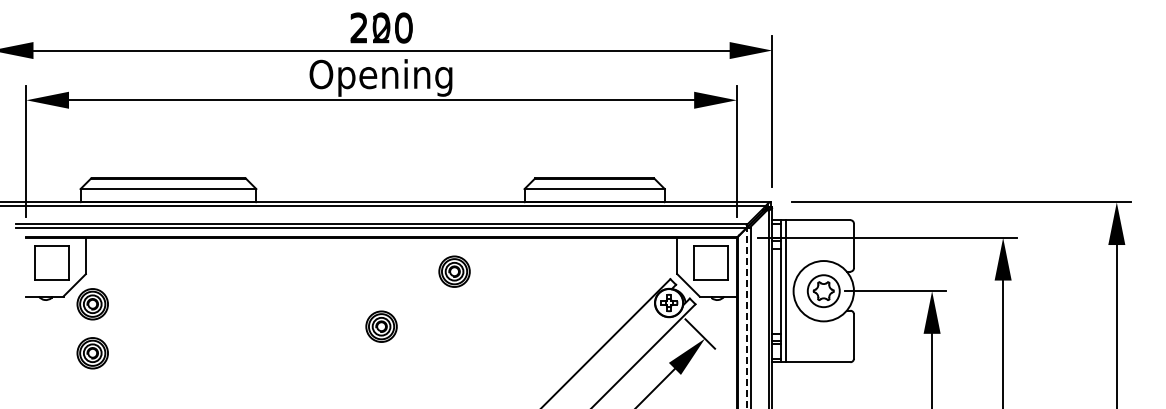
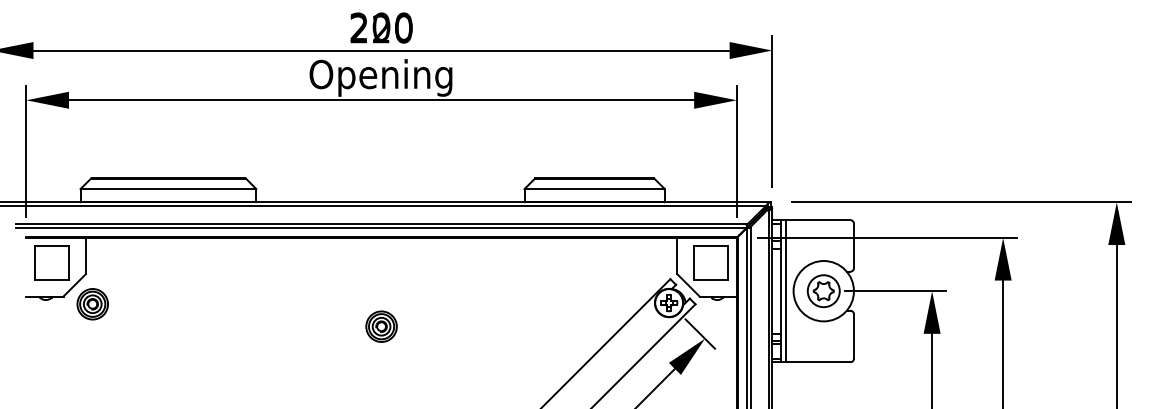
part at (454, 271): present -> none
line at (746, 317): dashed -> solid
part at (92, 353): present -> none
